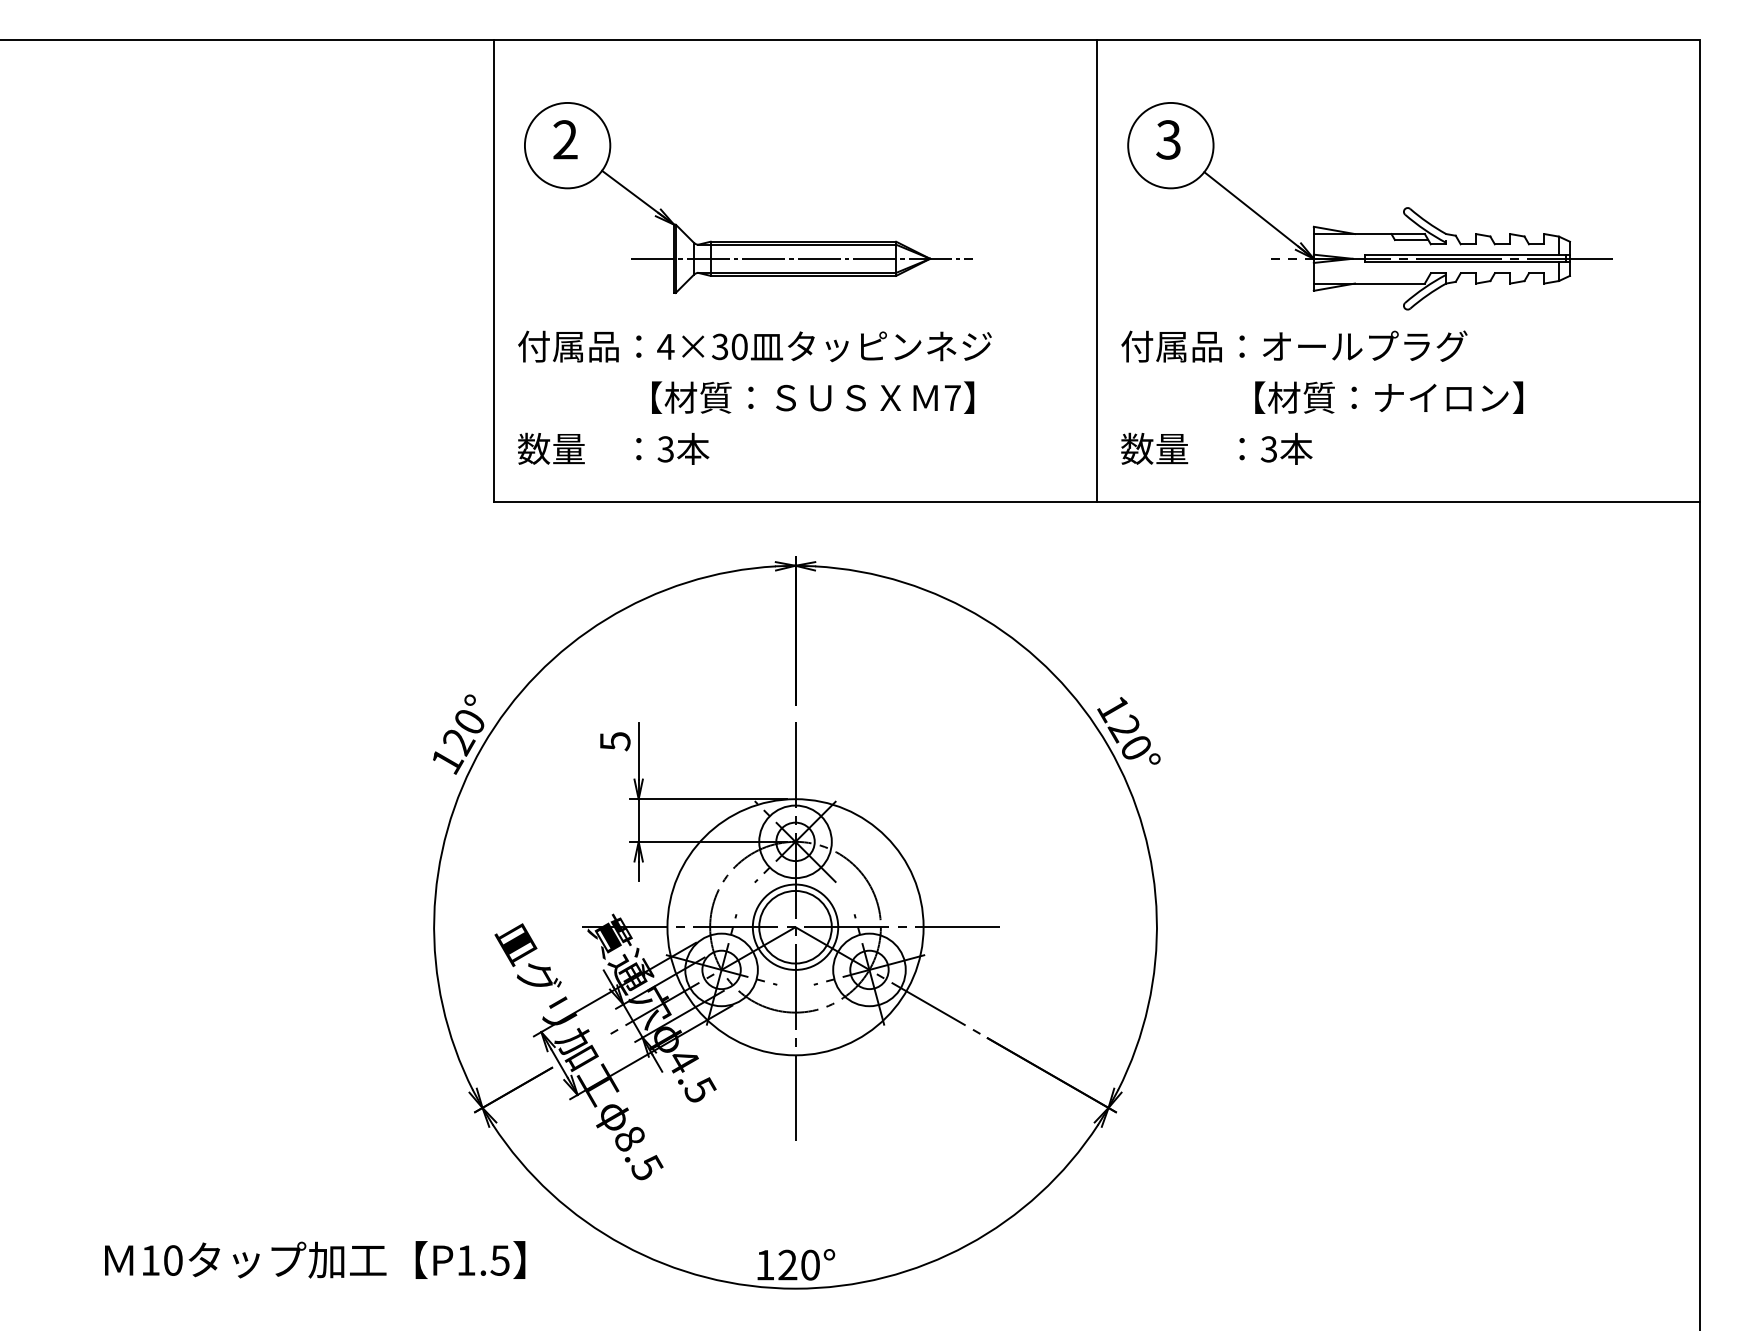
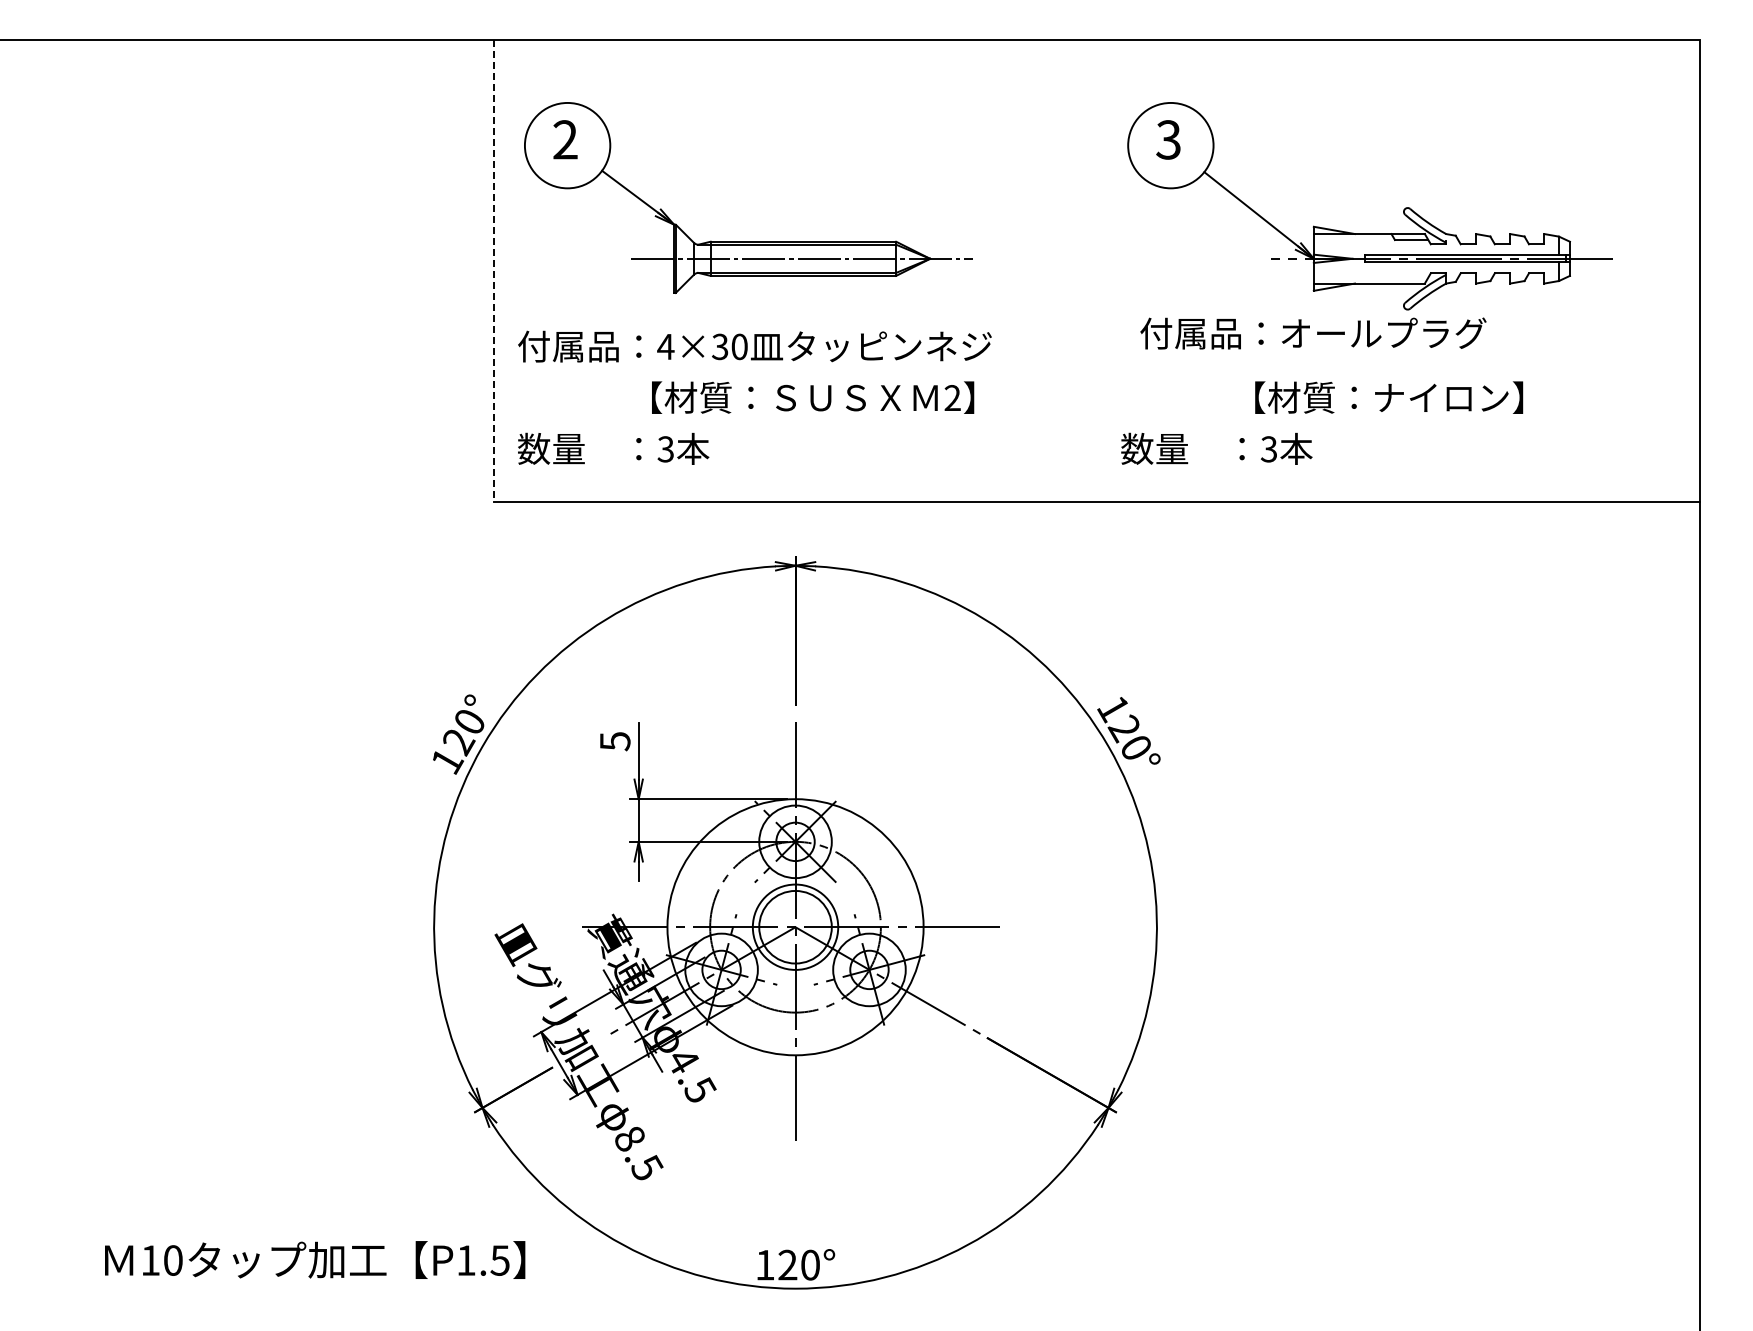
line at (1097, 270): present -> none
line at (493, 271): solid -> dashed
text at (1294, 346) position: (1294, 346) -> (1313, 333)
text at (952, 397): 7 -> 2
